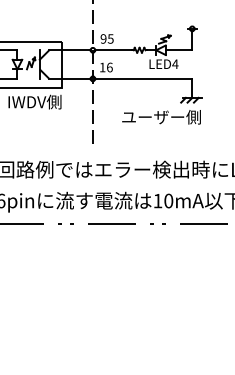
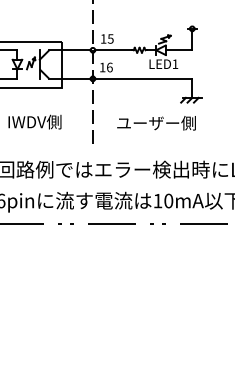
text at (103, 38): 95 -> 15
text at (175, 63): LED4 -> LED1
text at (34, 101) position: (34, 101) -> (34, 121)
text at (161, 117) position: (161, 117) -> (156, 123)
